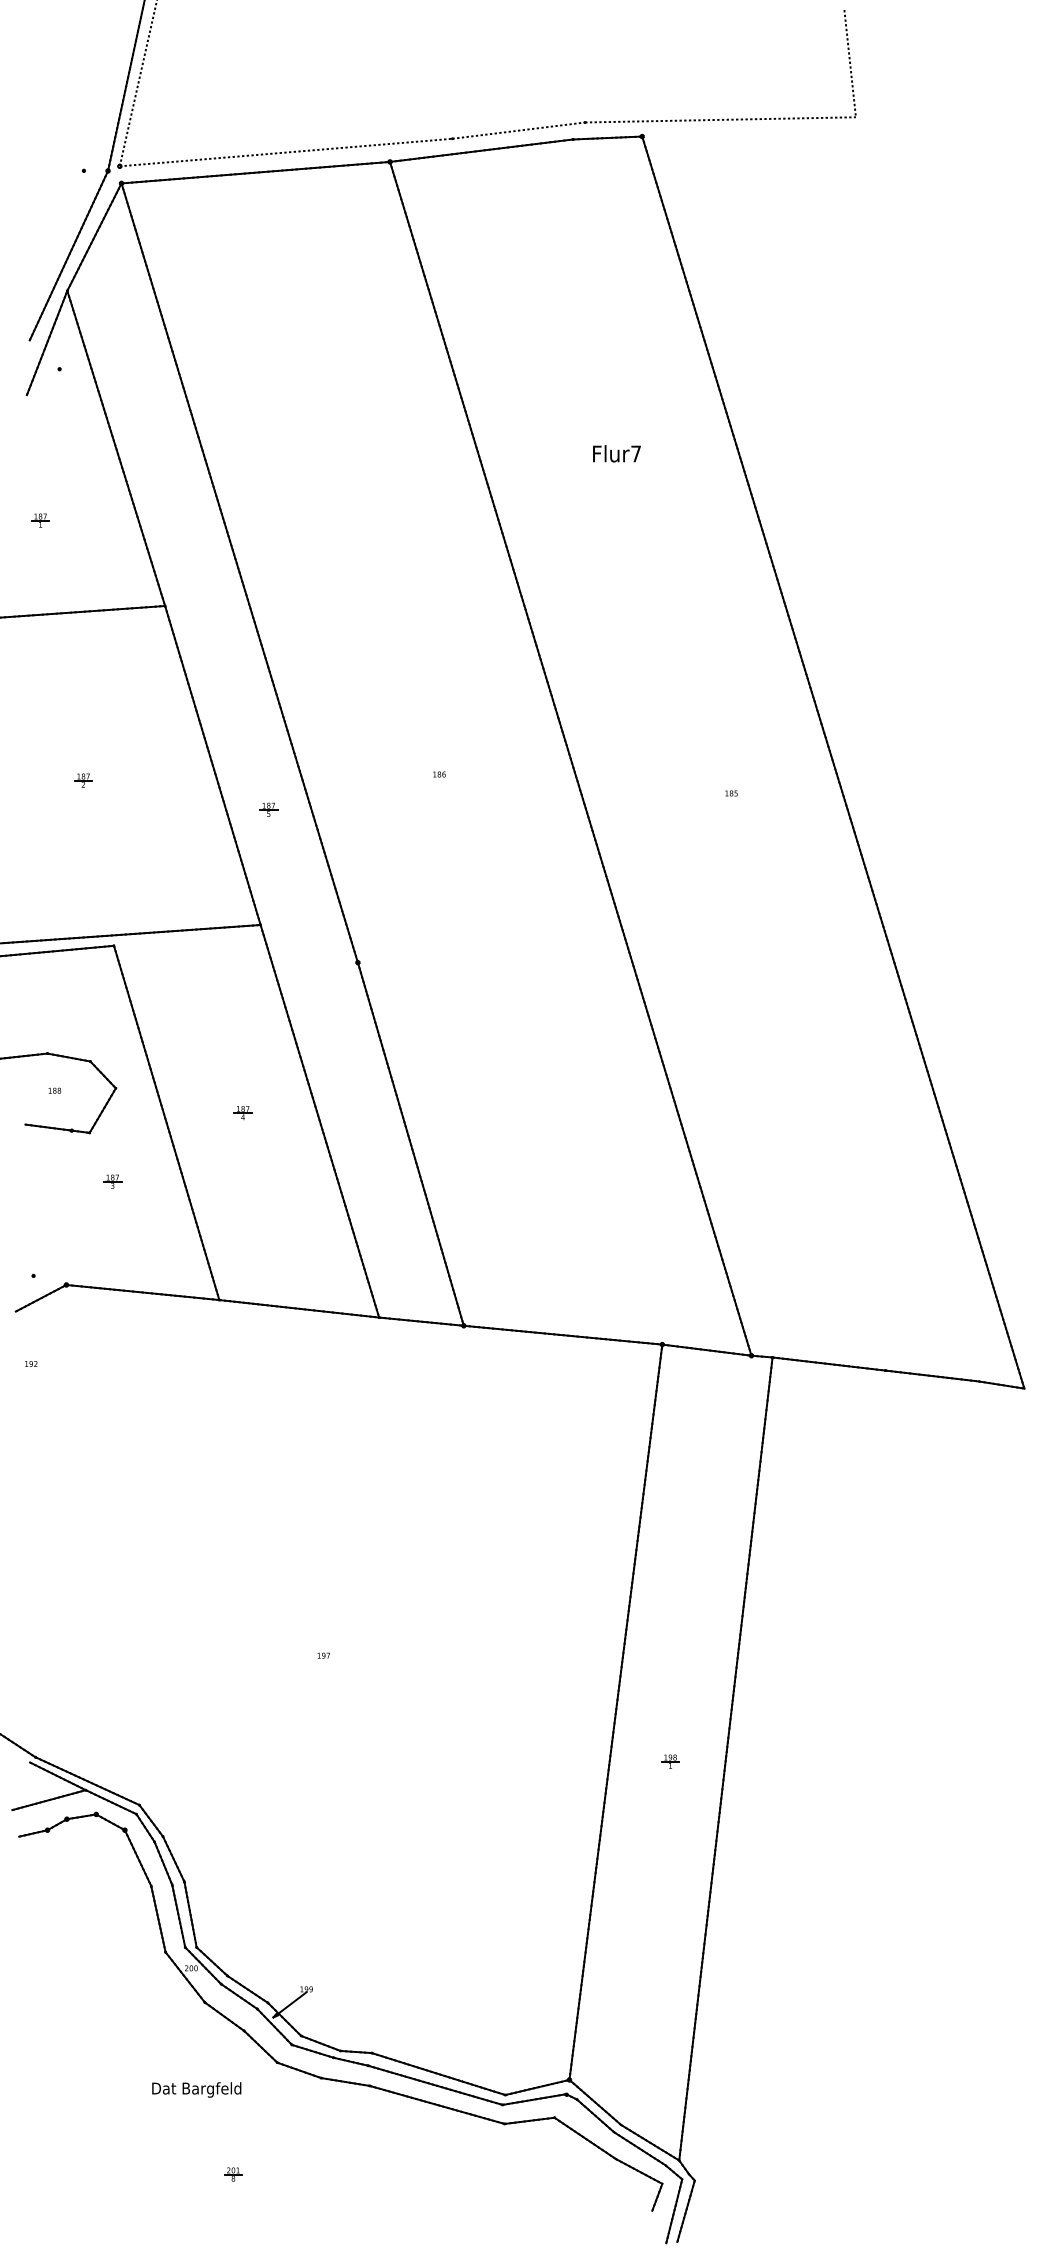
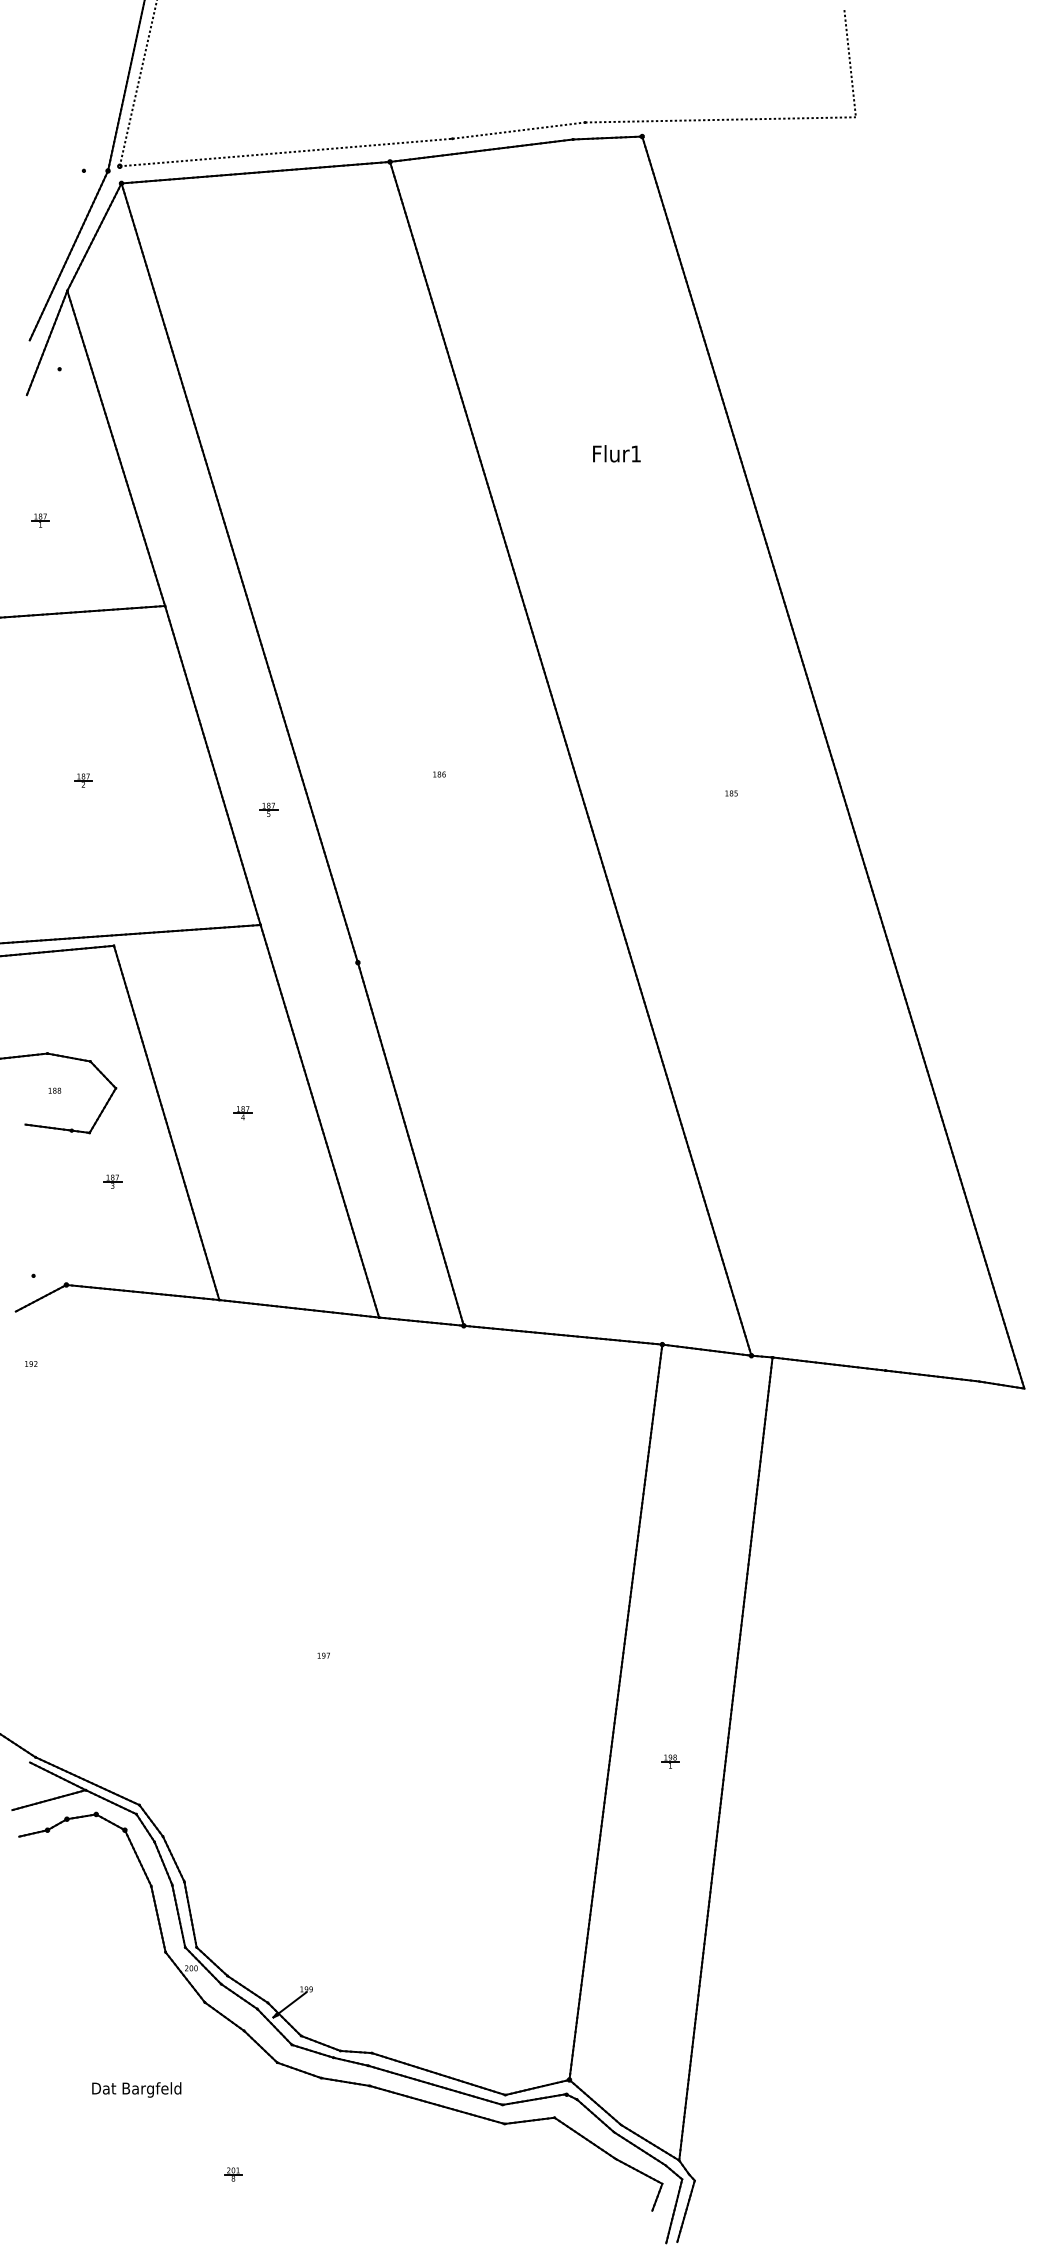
text at (635, 453): Flur7 -> Flur1
text at (196, 2089) position: (196, 2089) -> (136, 2089)
